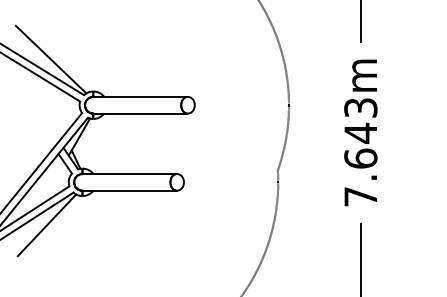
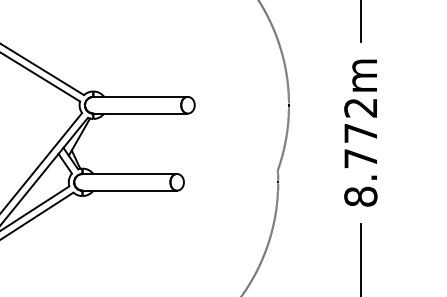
line at (50, 59): present -> none
text at (360, 152): 7.643m -> 8.772m
line at (46, 225): present -> none
